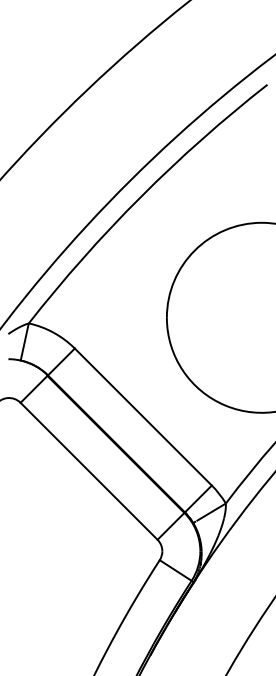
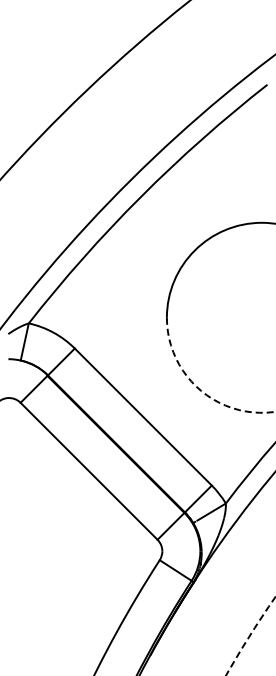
arc at (201, 391): solid -> dashed
arc at (250, 635): solid -> dashed
